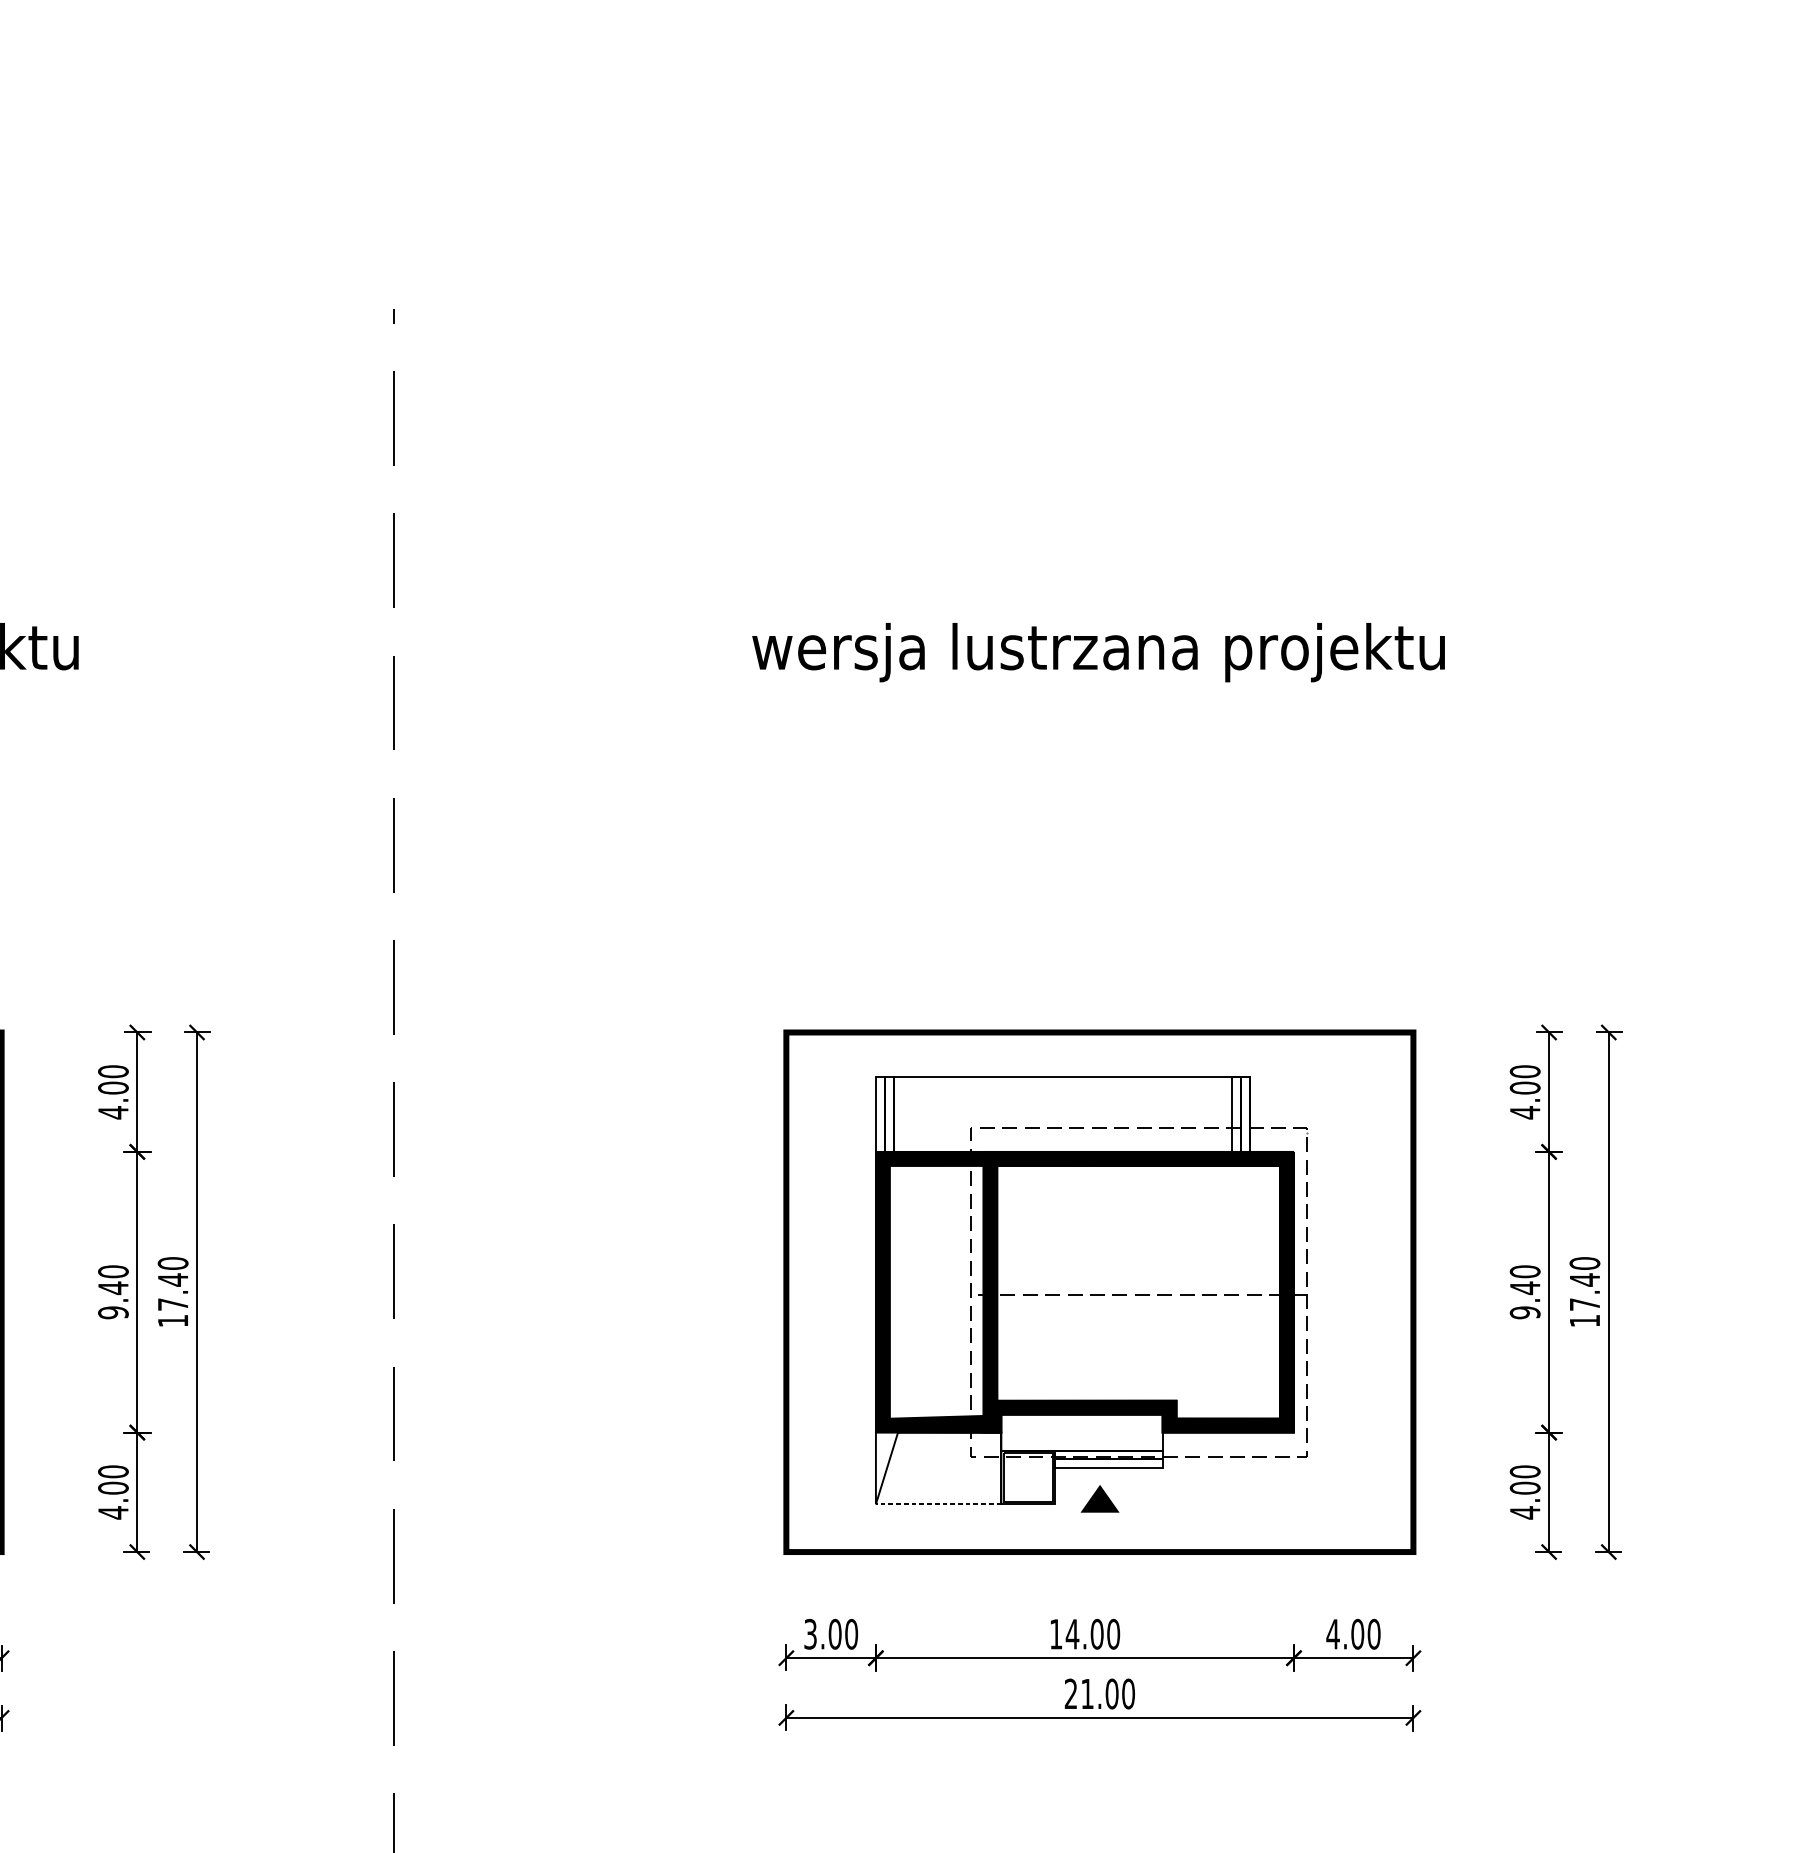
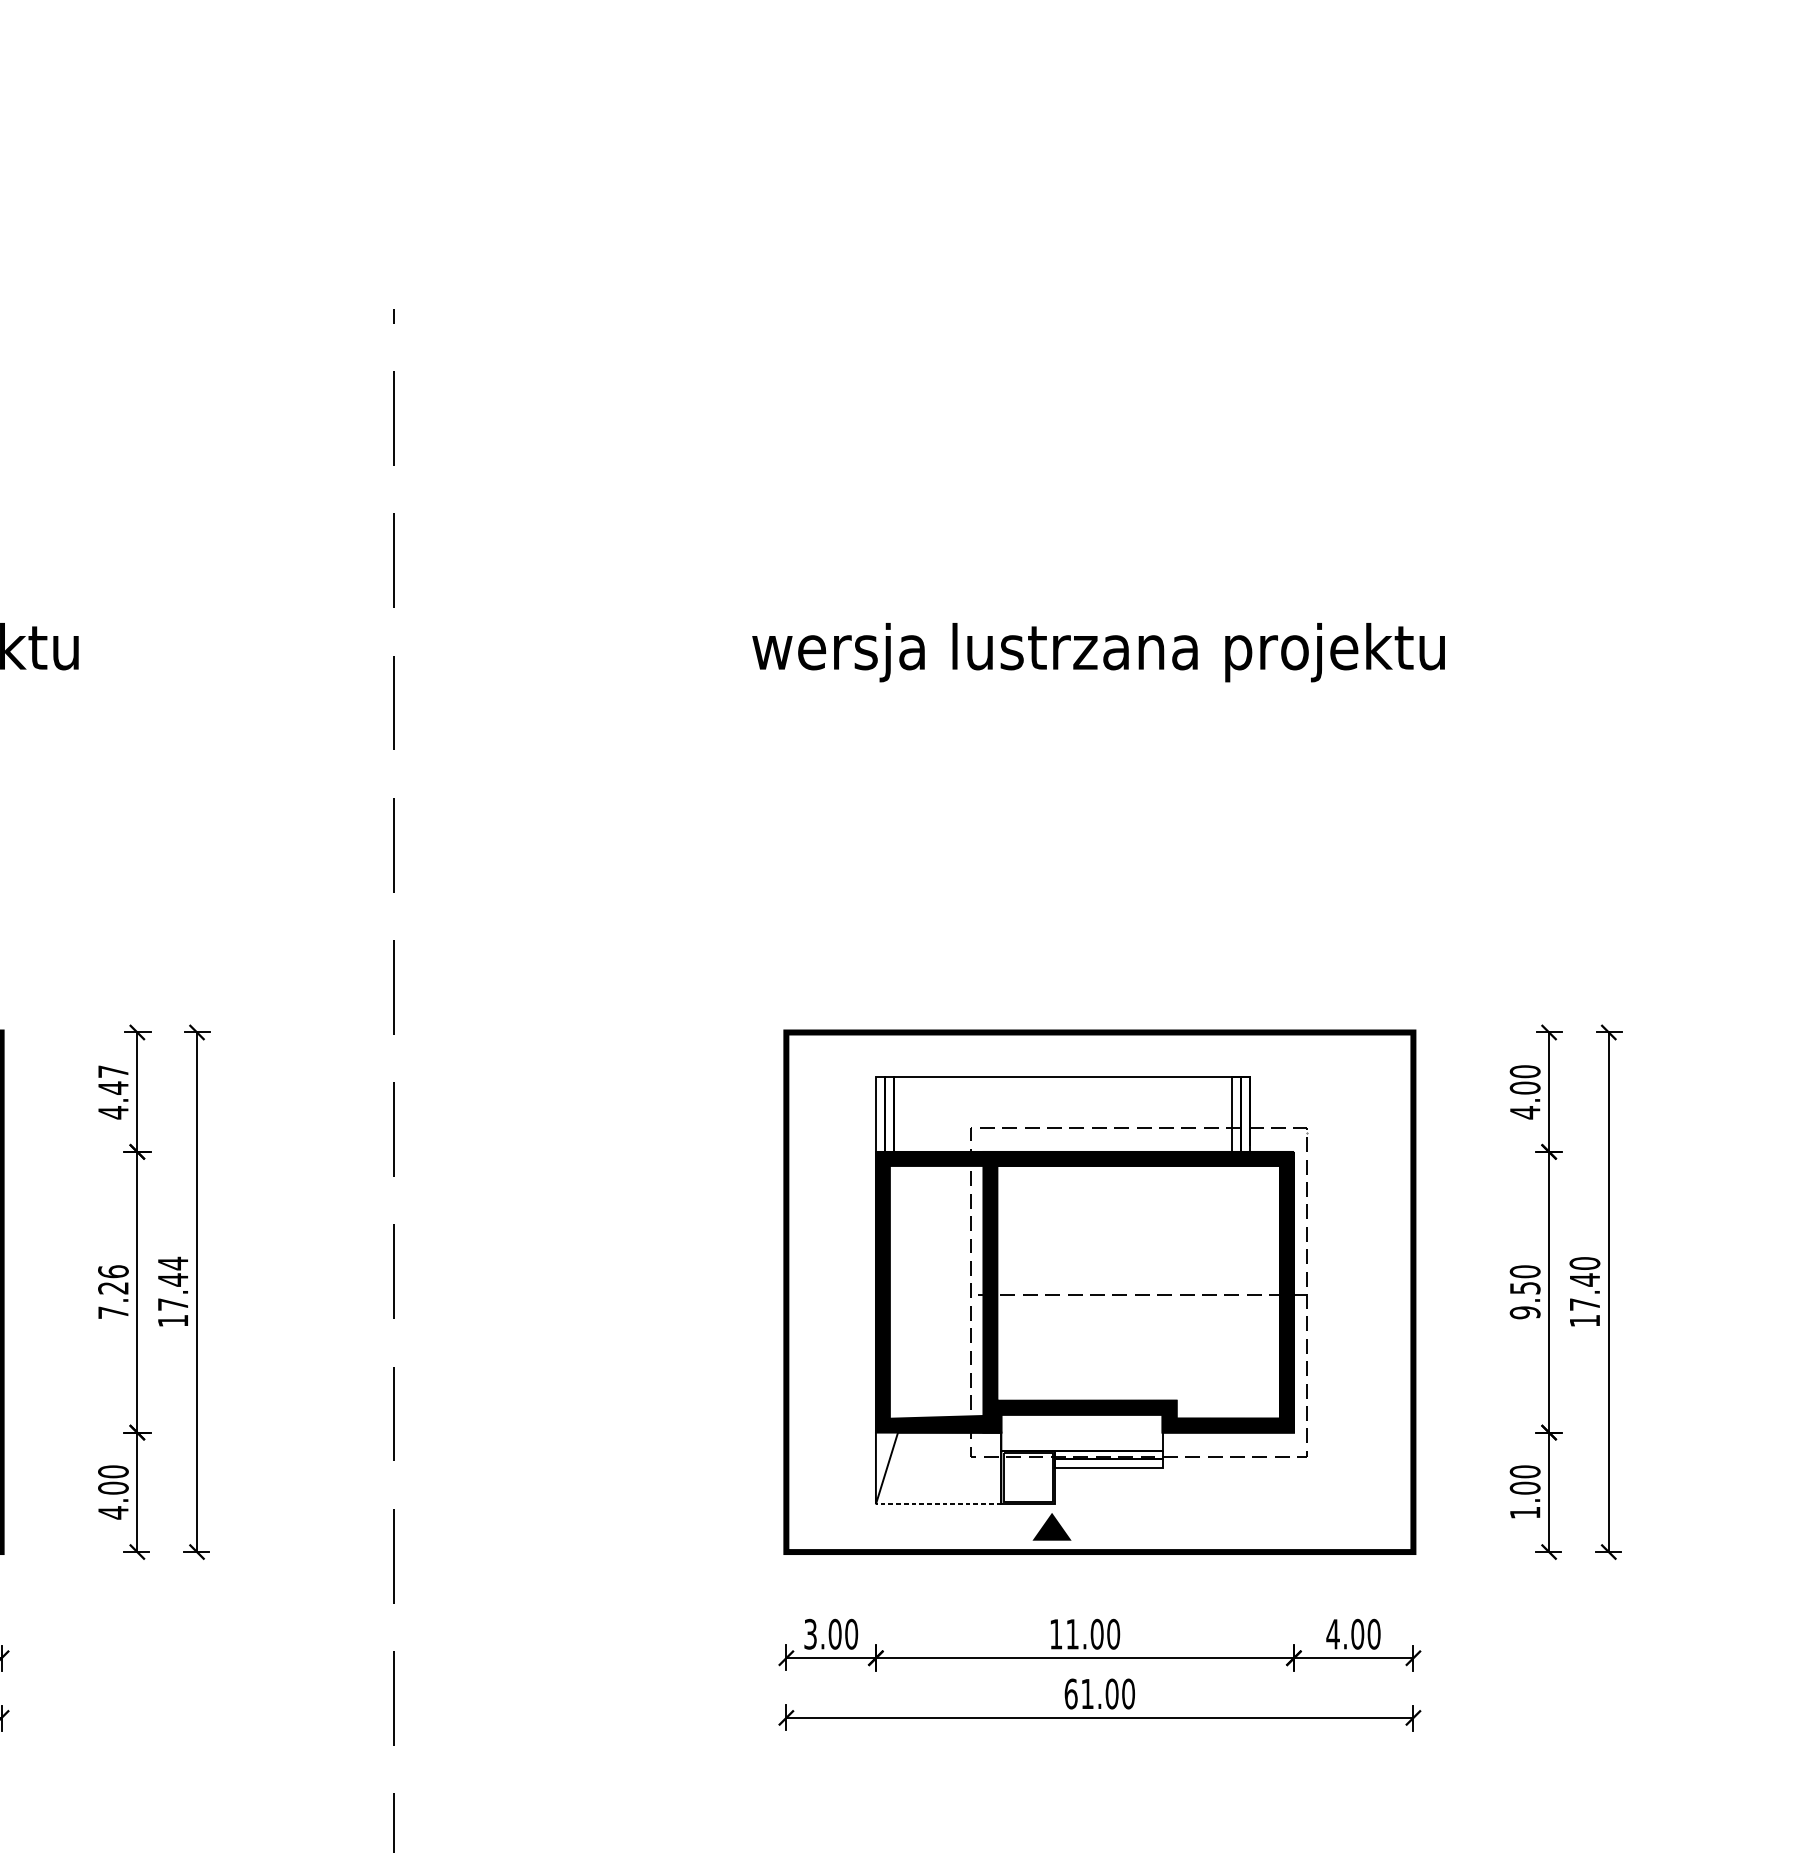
text at (113, 1079): 4.00 -> 4.47
text at (172, 1263): 17.40 -> 17.44
text at (1525, 1288): 9.40 -> 9.50
text at (113, 1292): 9.40 -> 7.26
part at (1099, 1498) position: (1099, 1498) -> (1051, 1526)
text at (1525, 1512): 4.00 -> 1.00
text at (1072, 1634): 14.00 -> 11.00
text at (1070, 1693): 21.00 -> 61.00
